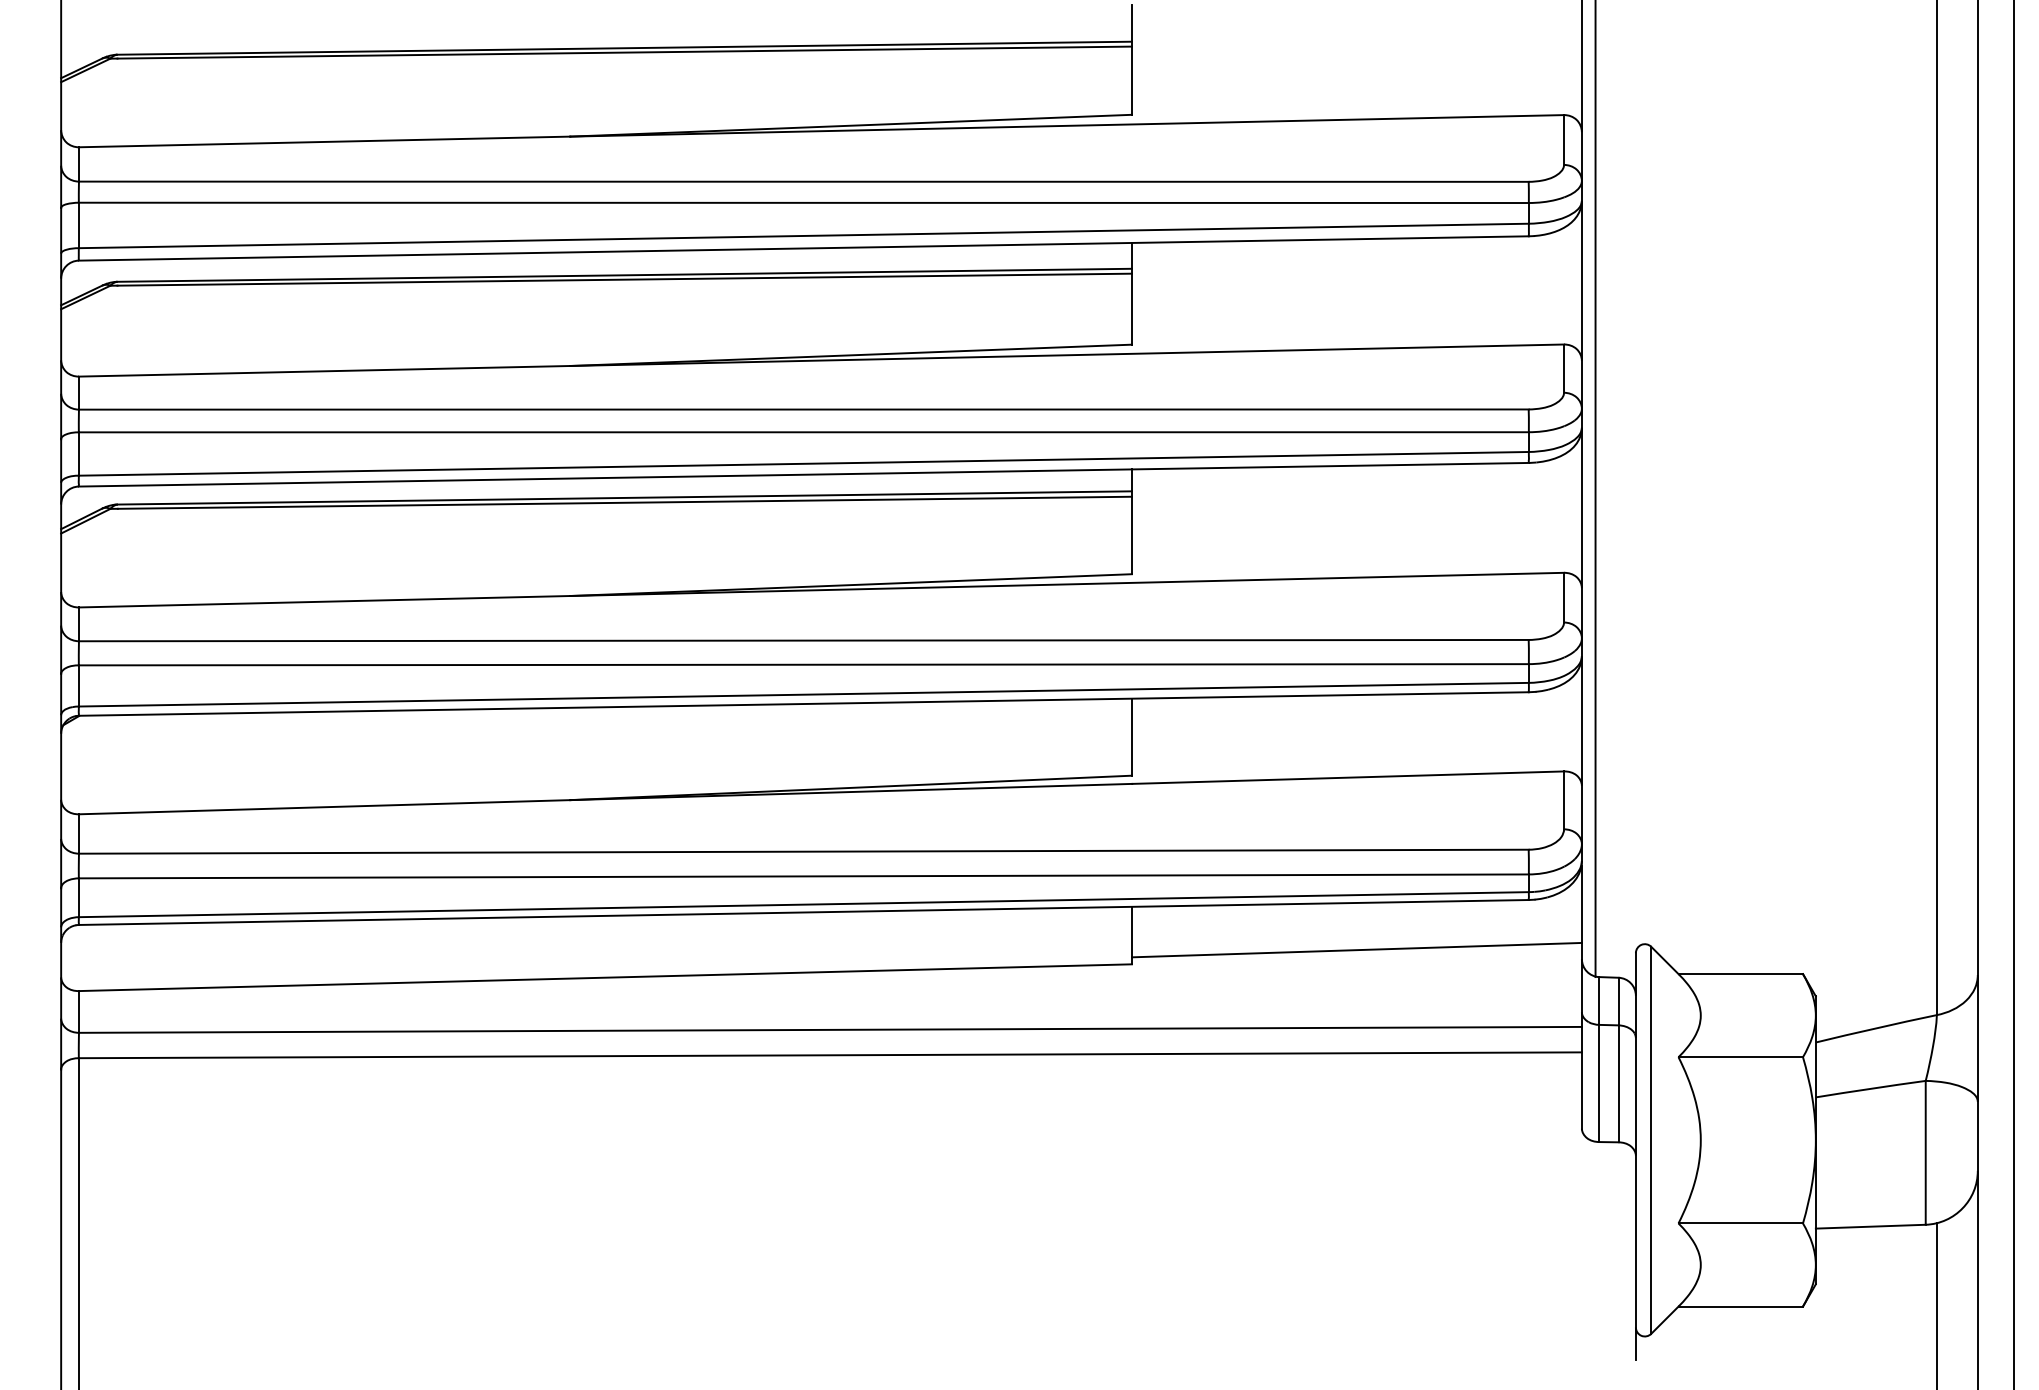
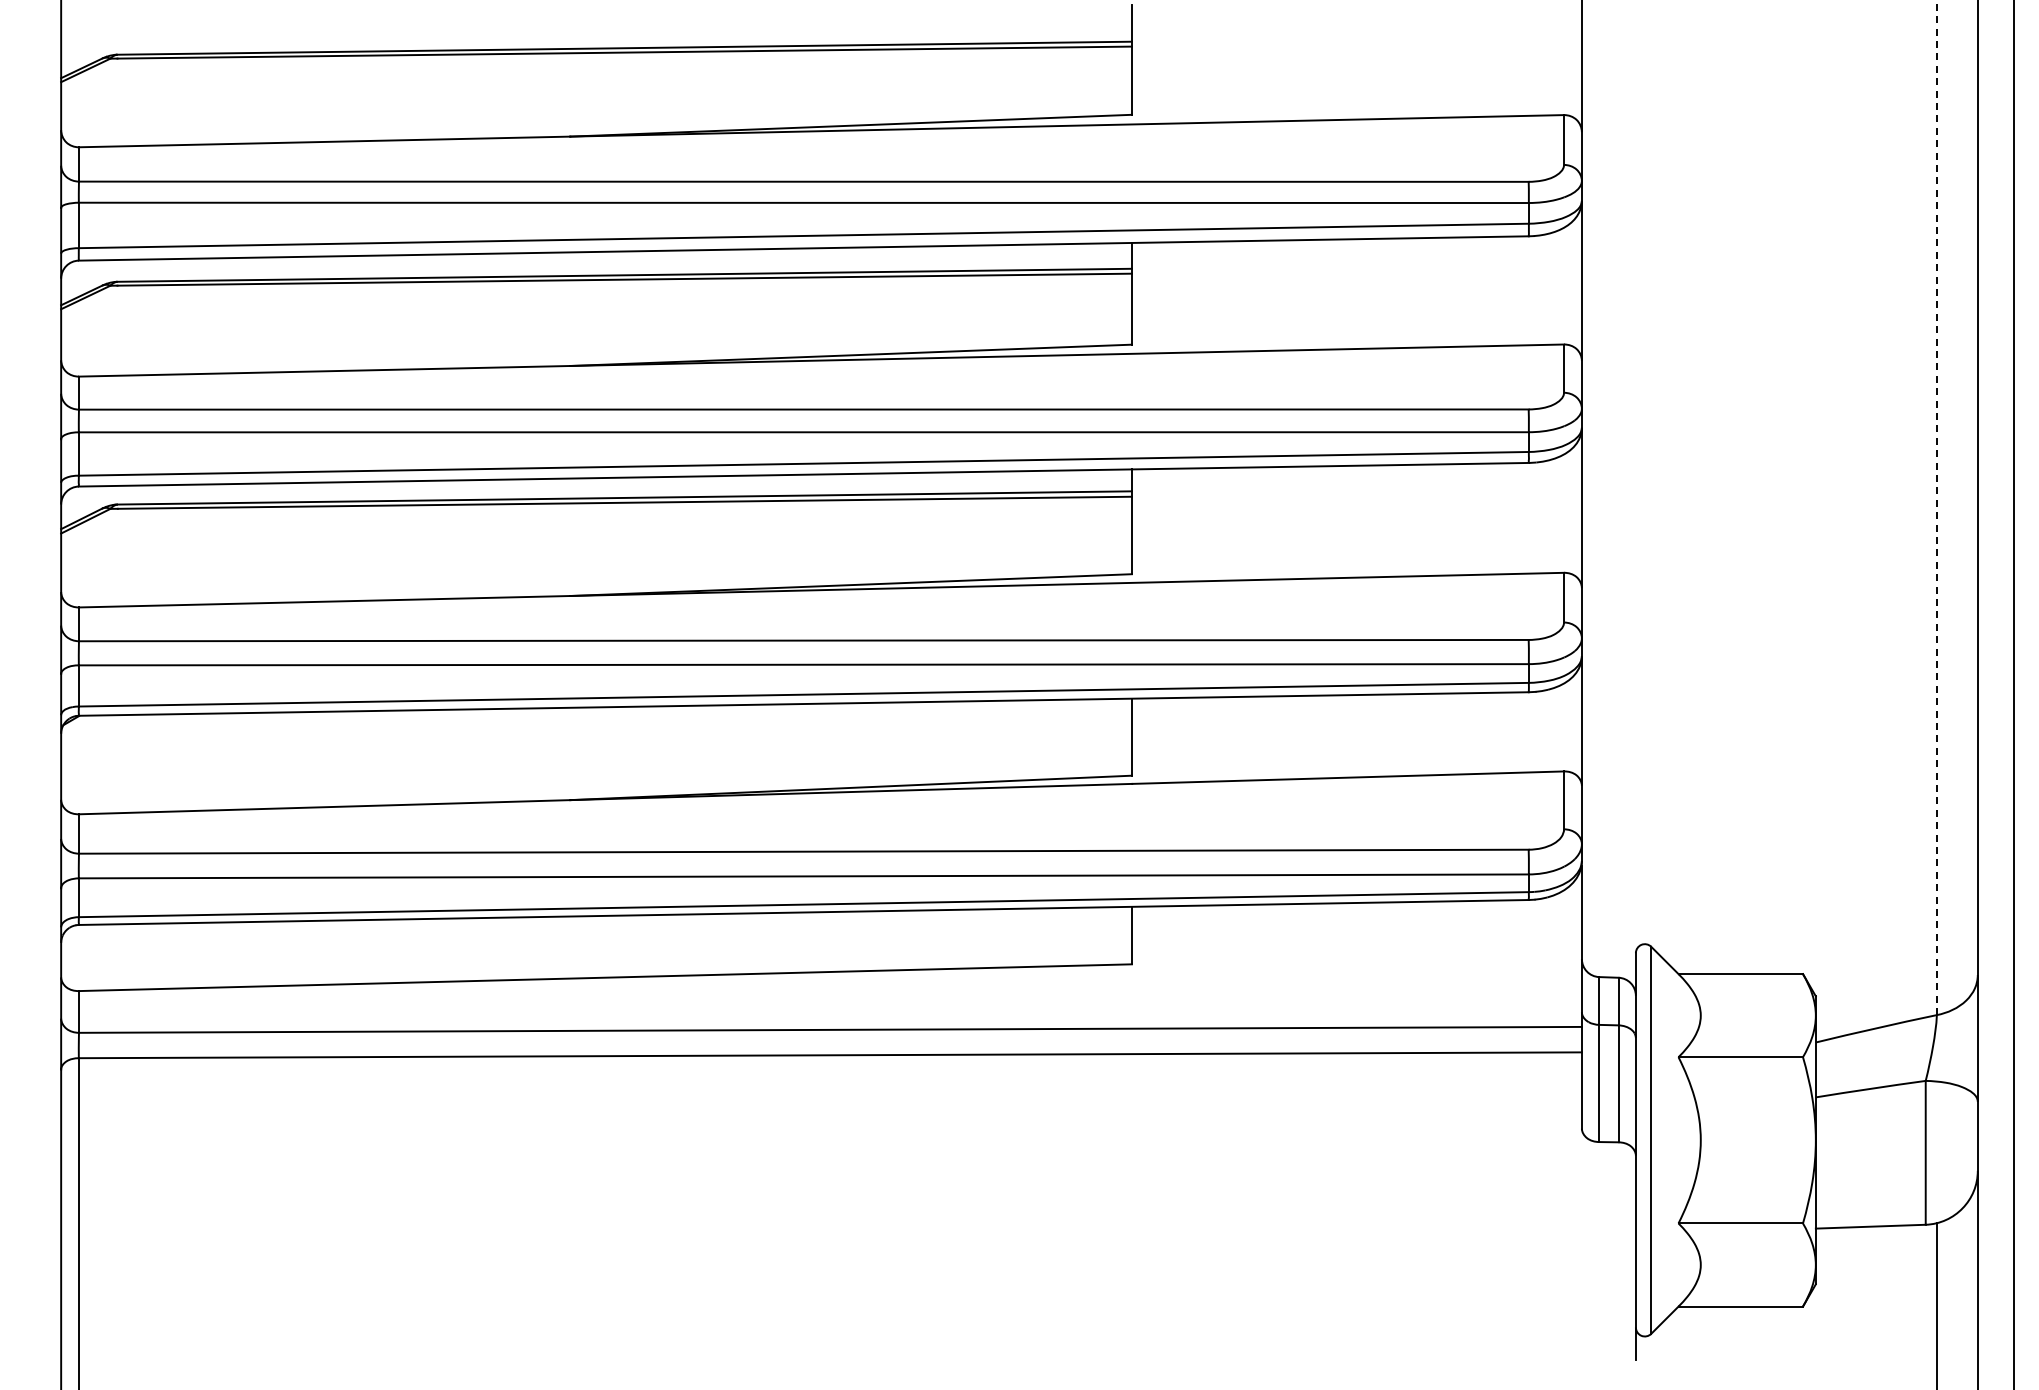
line at (1595, 489): present -> none
line at (1936, 507): solid -> dashed
line at (1356, 949): present -> none
